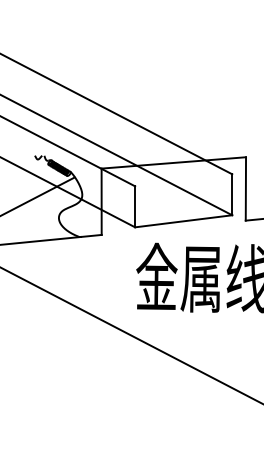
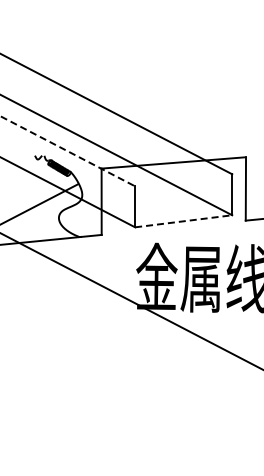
line at (67, 151): solid -> dashed
line at (38, 195) position: (38, 195) -> (39, 203)
line at (183, 221): solid -> dashed
line at (131, 335) position: (131, 335) -> (131, 301)
